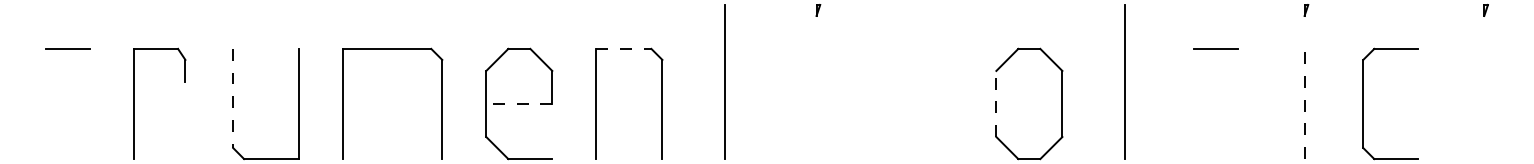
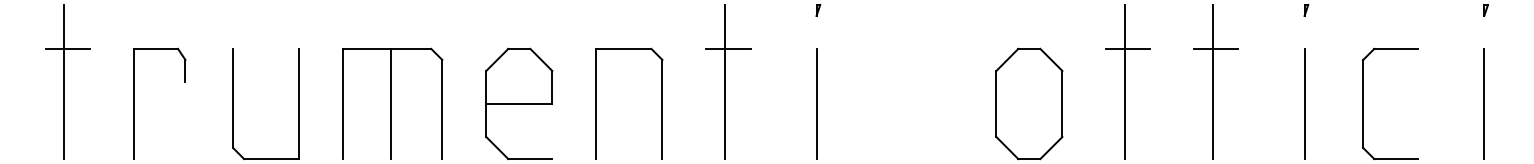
line at (623, 48): dashed -> solid
line at (728, 48): none -> present
line at (1128, 48): none -> present
line at (64, 81): none -> present
line at (1212, 81): none -> present
line at (233, 98): dashed -> solid
line at (390, 103): none -> present
line at (816, 103): none -> present
line at (996, 103): dashed -> solid
line at (1304, 103): dashed -> solid
line at (1484, 103): none -> present
line at (518, 104): dashed -> solid
